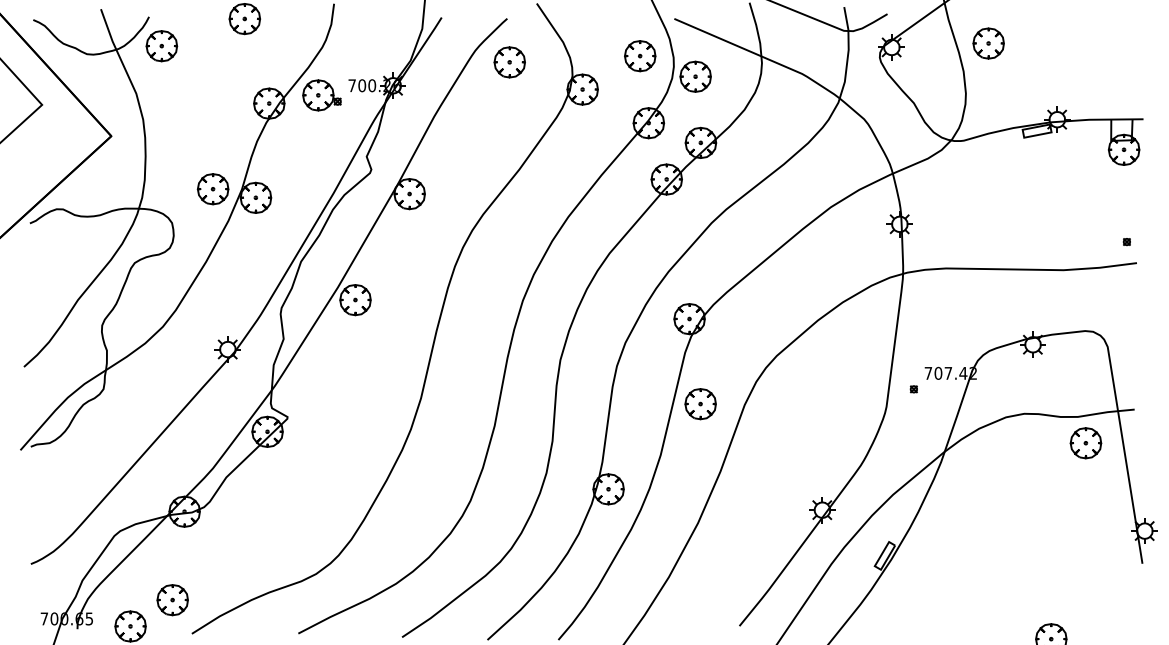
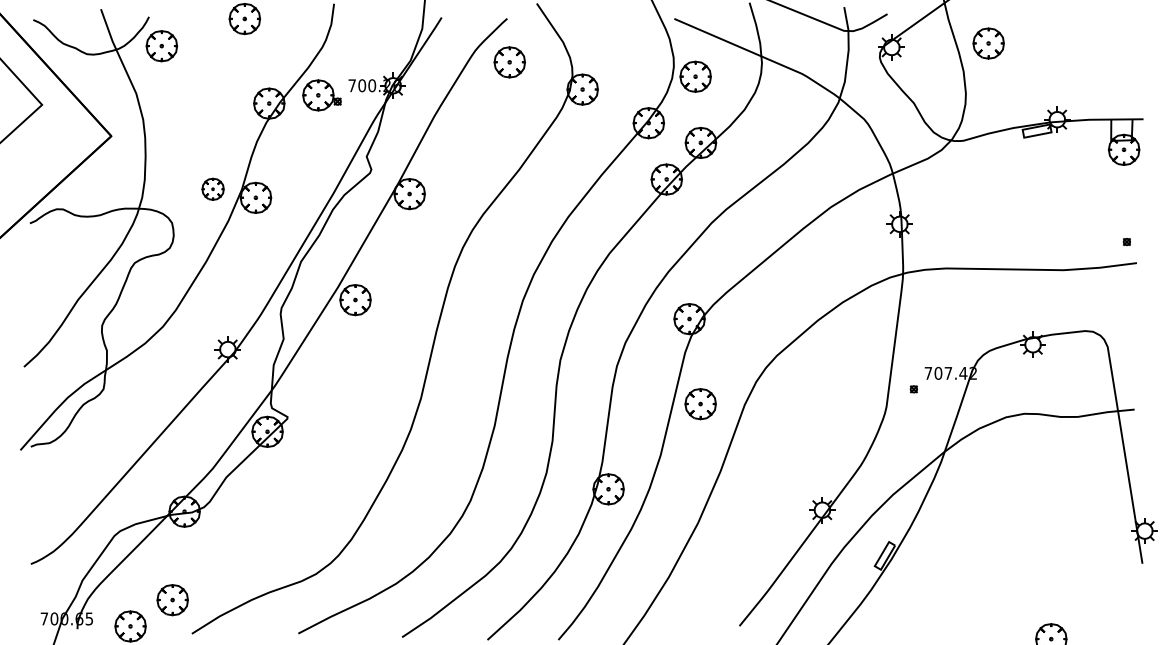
part at (640, 56): present -> none
part at (212, 189) size: 34x33 px -> 24x24 px
part at (1085, 443): present -> none
